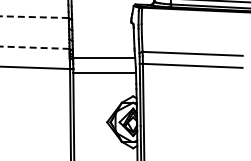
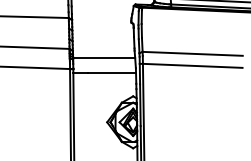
line at (34, 17): dashed -> solid
line at (34, 47): dashed -> solid
